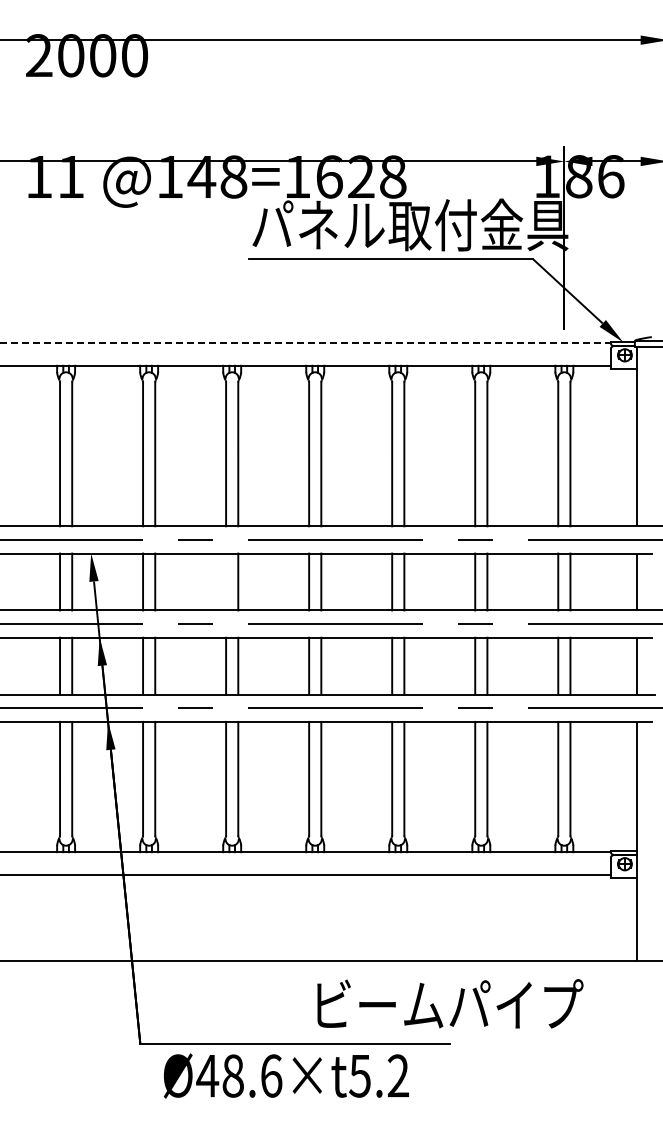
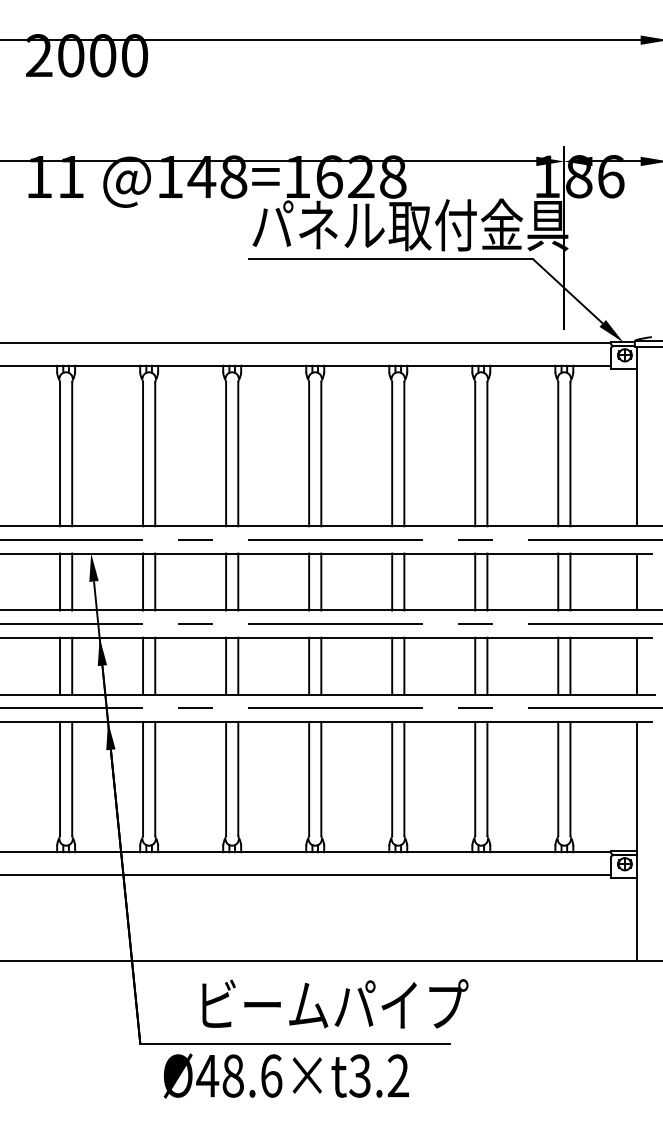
line at (306, 343): dashed -> solid
line at (226, 581): none -> present
text at (450, 1003) position: (450, 1003) -> (335, 1003)
text at (359, 1075): Ø48.6×t5.2 -> Ø48.6×t3.2
